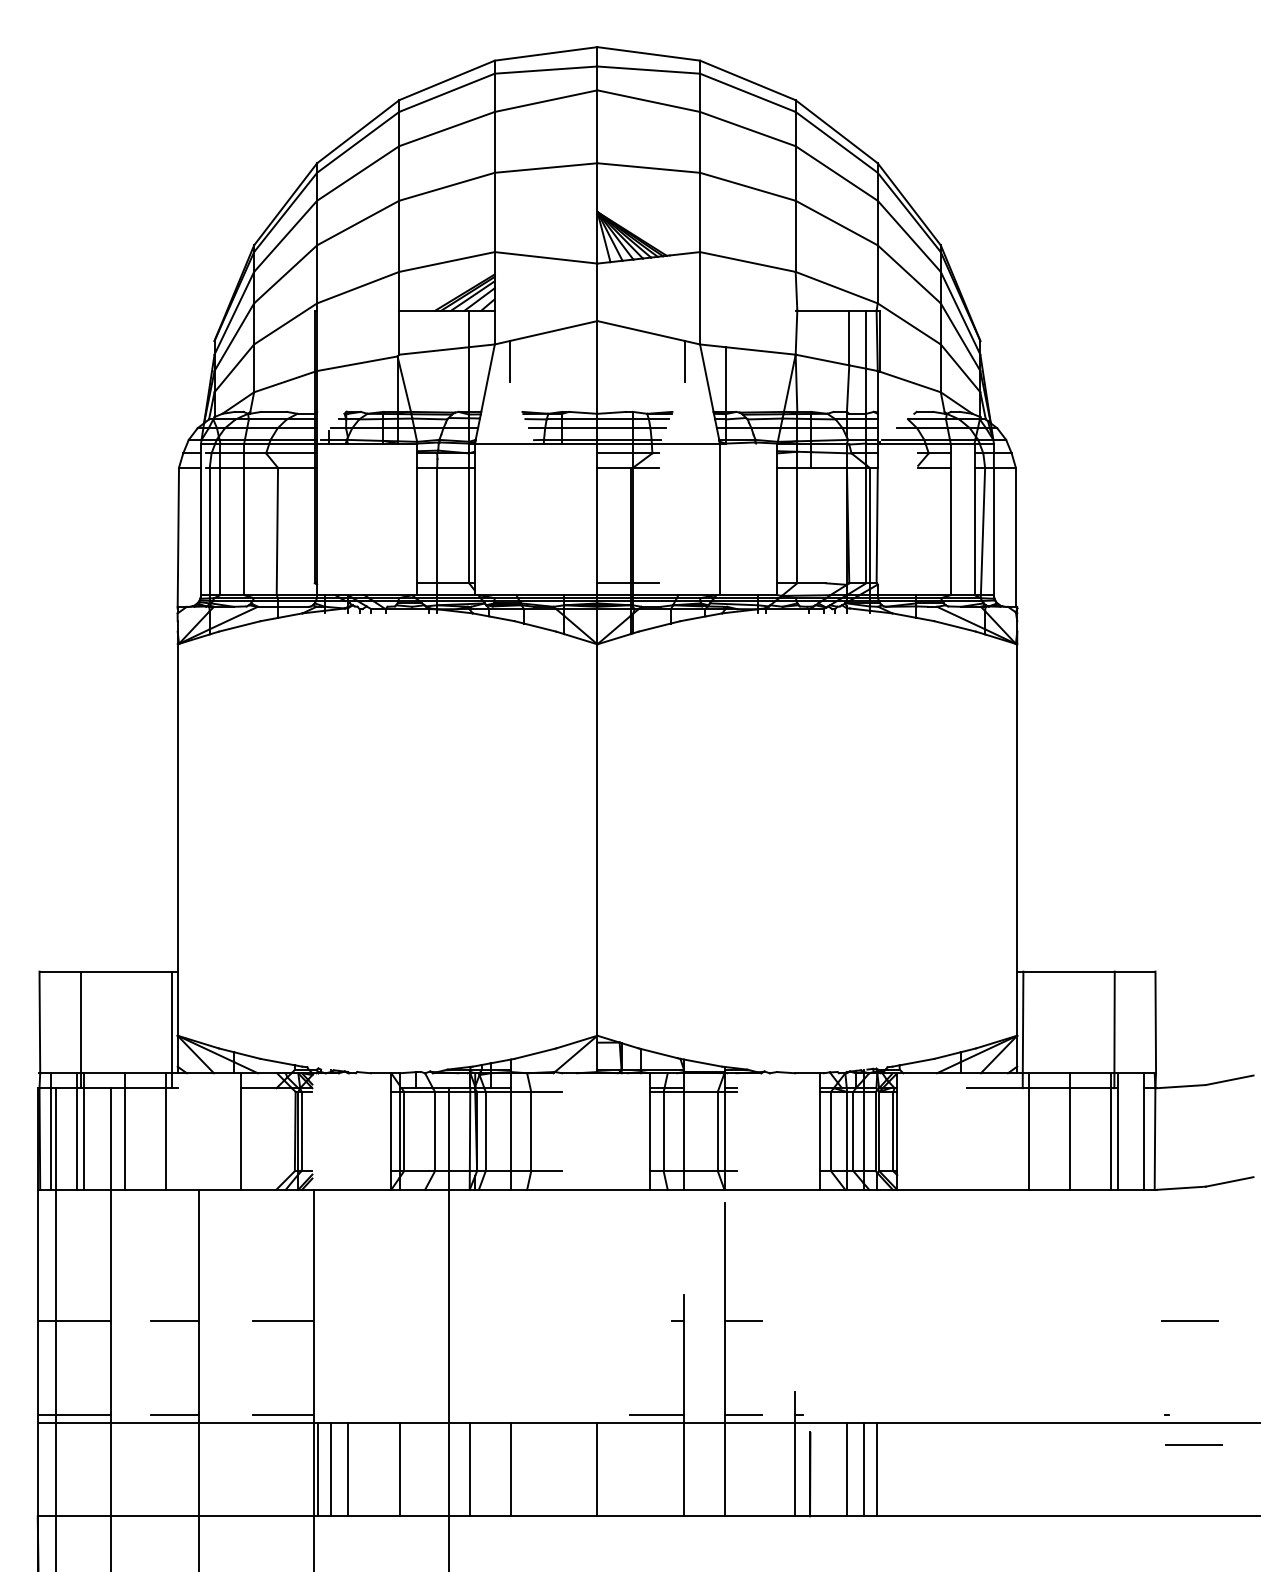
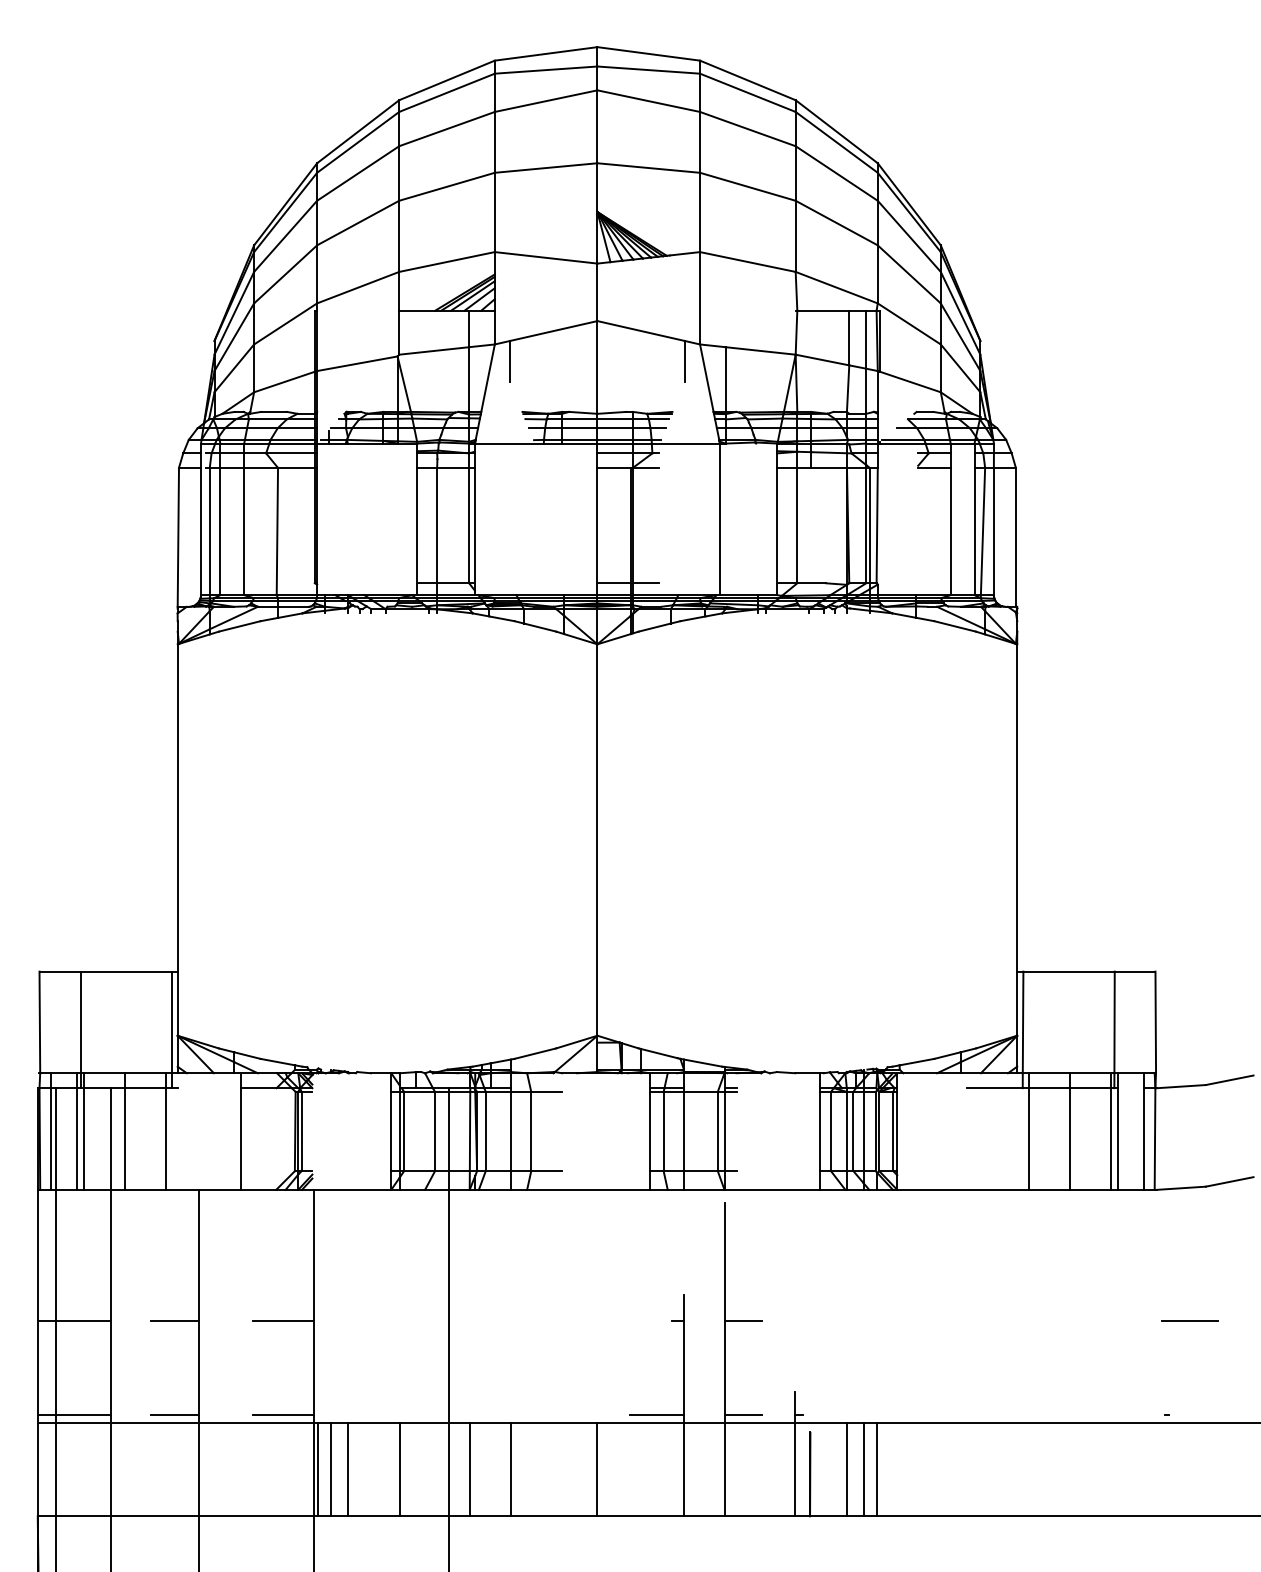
line at (1193, 1444): present -> none
